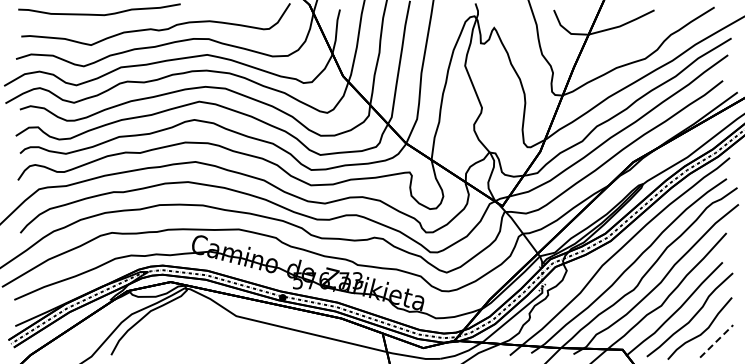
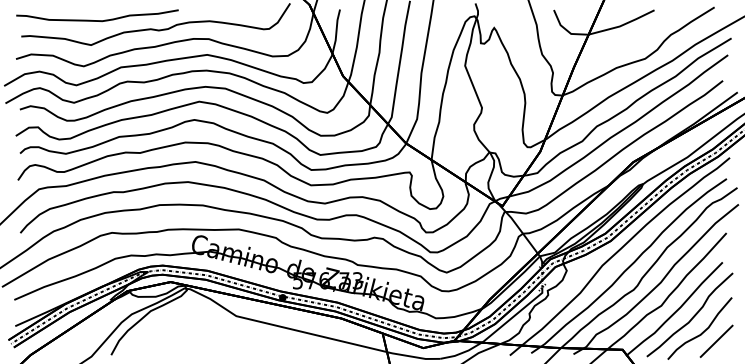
curve at (99, 14) position: (99, 14) -> (97, 20)
line at (717, 341): dashed -> solid
